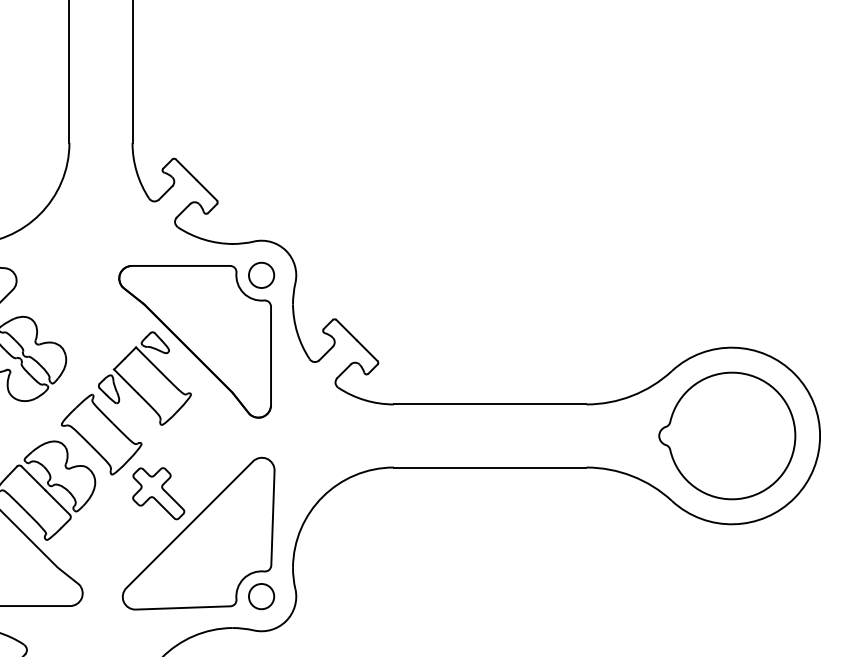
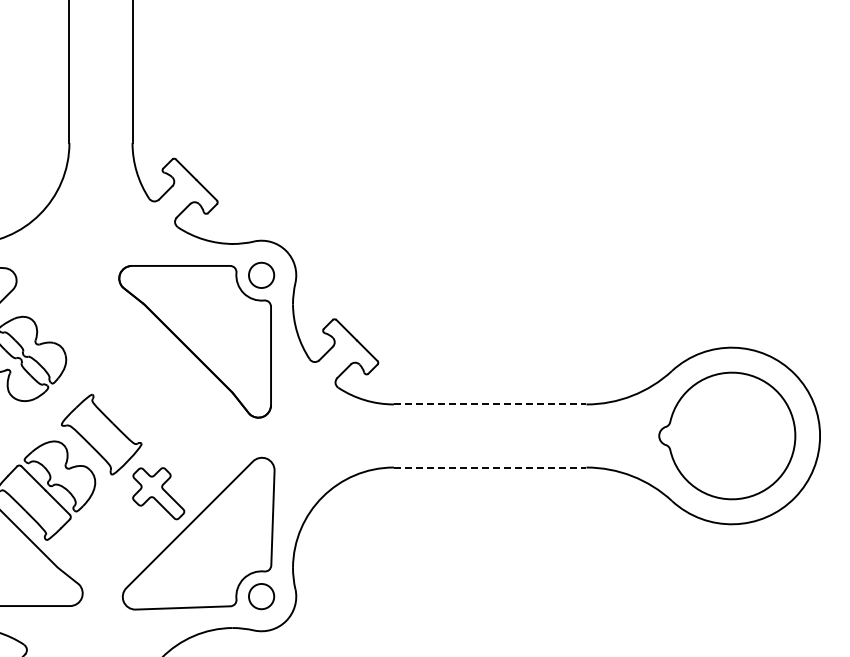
part at (144, 378): present -> none
line at (490, 404): solid -> dashed
line at (490, 467): solid -> dashed
